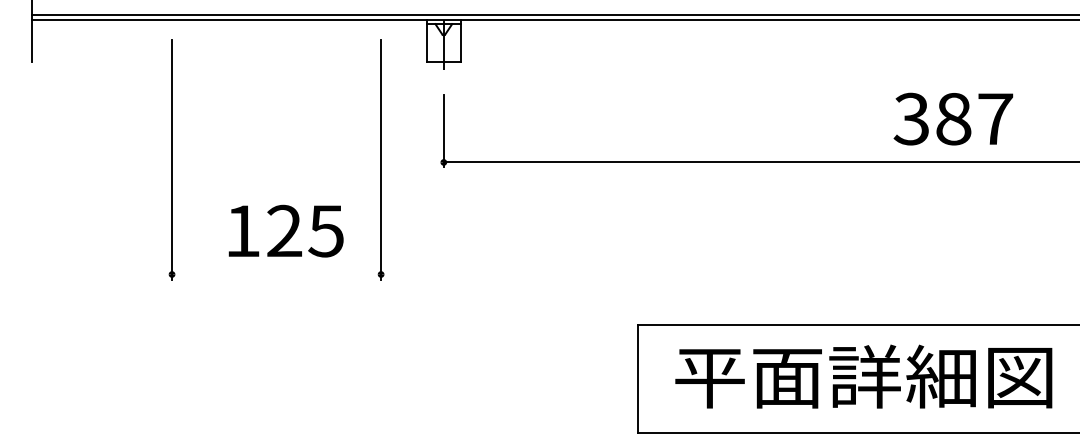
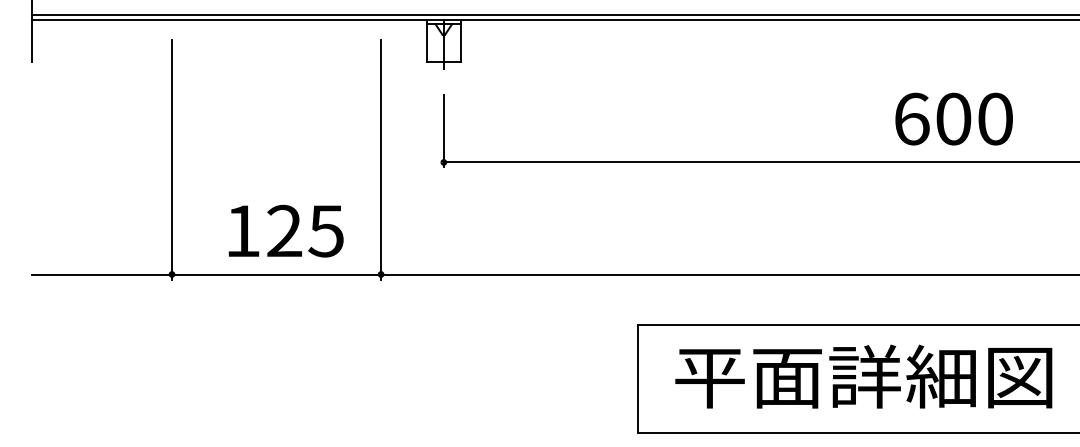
text at (953, 118): 387 -> 600
line at (554, 274): none -> present
